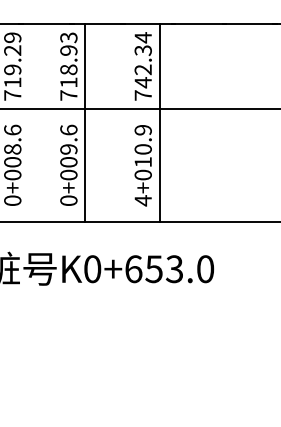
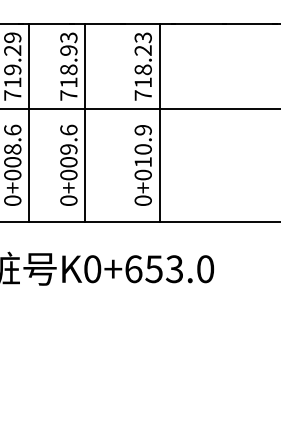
text at (142, 60): 742.34 -> 718.23
line at (29, 122): none -> present
text at (142, 200): 4+010.9 -> 0+010.9
